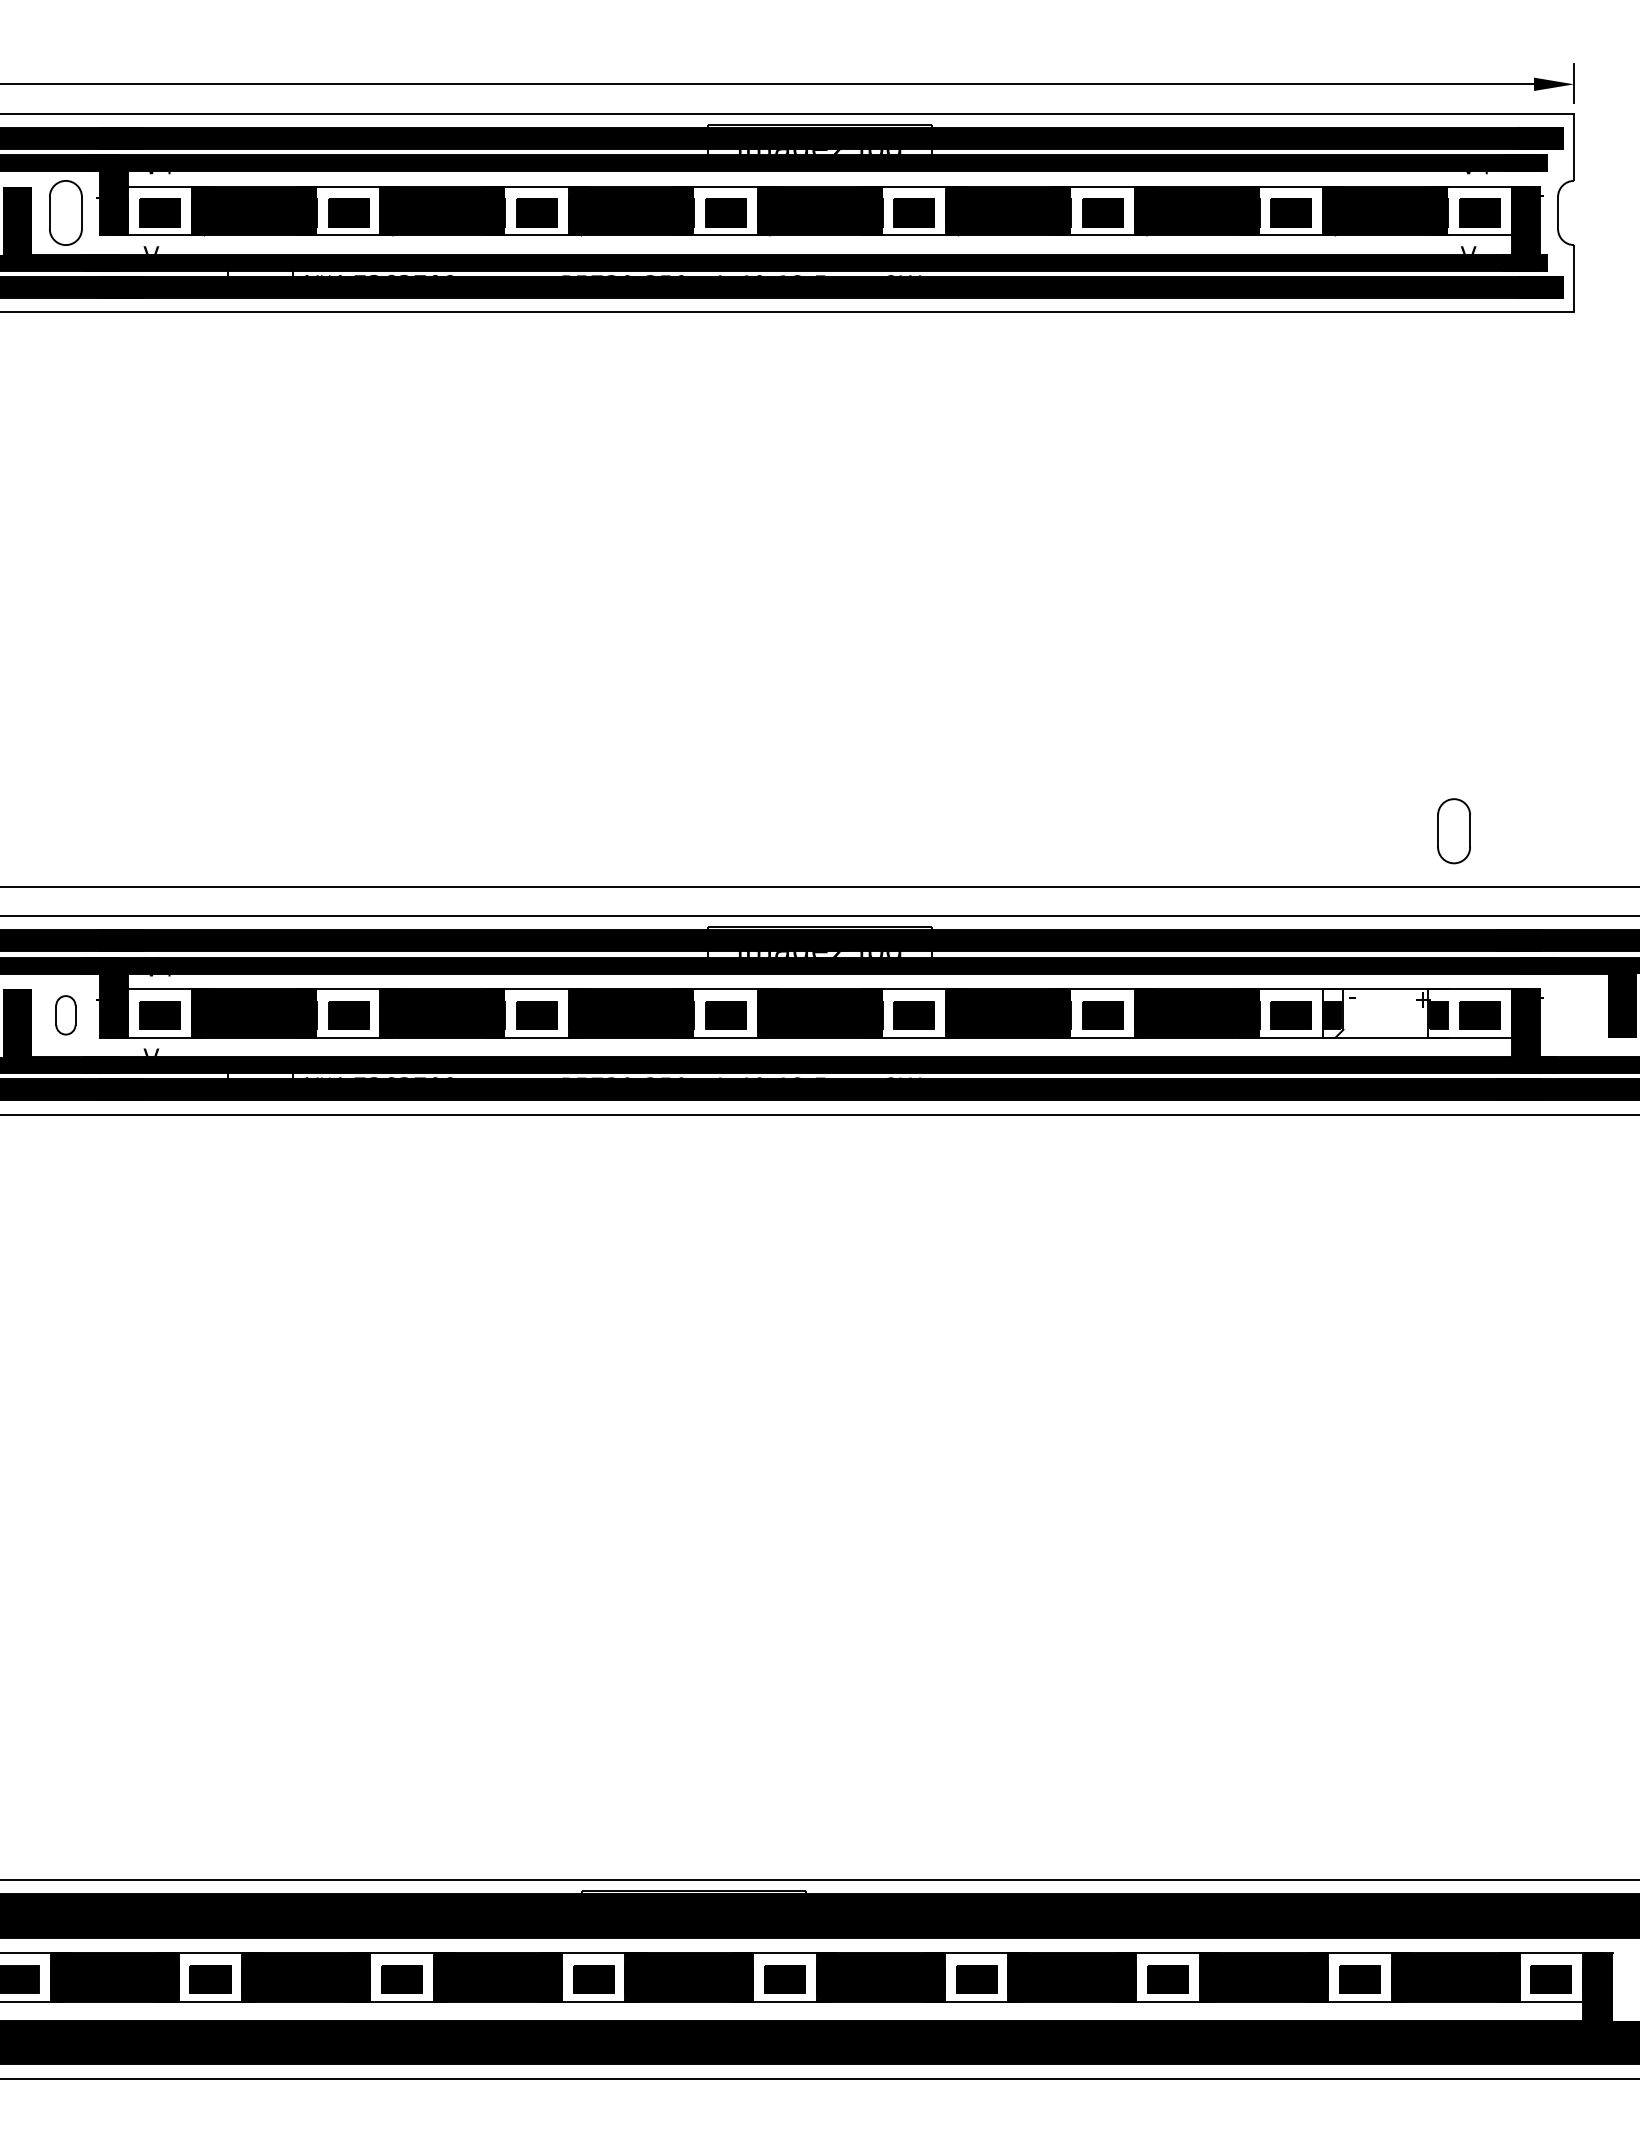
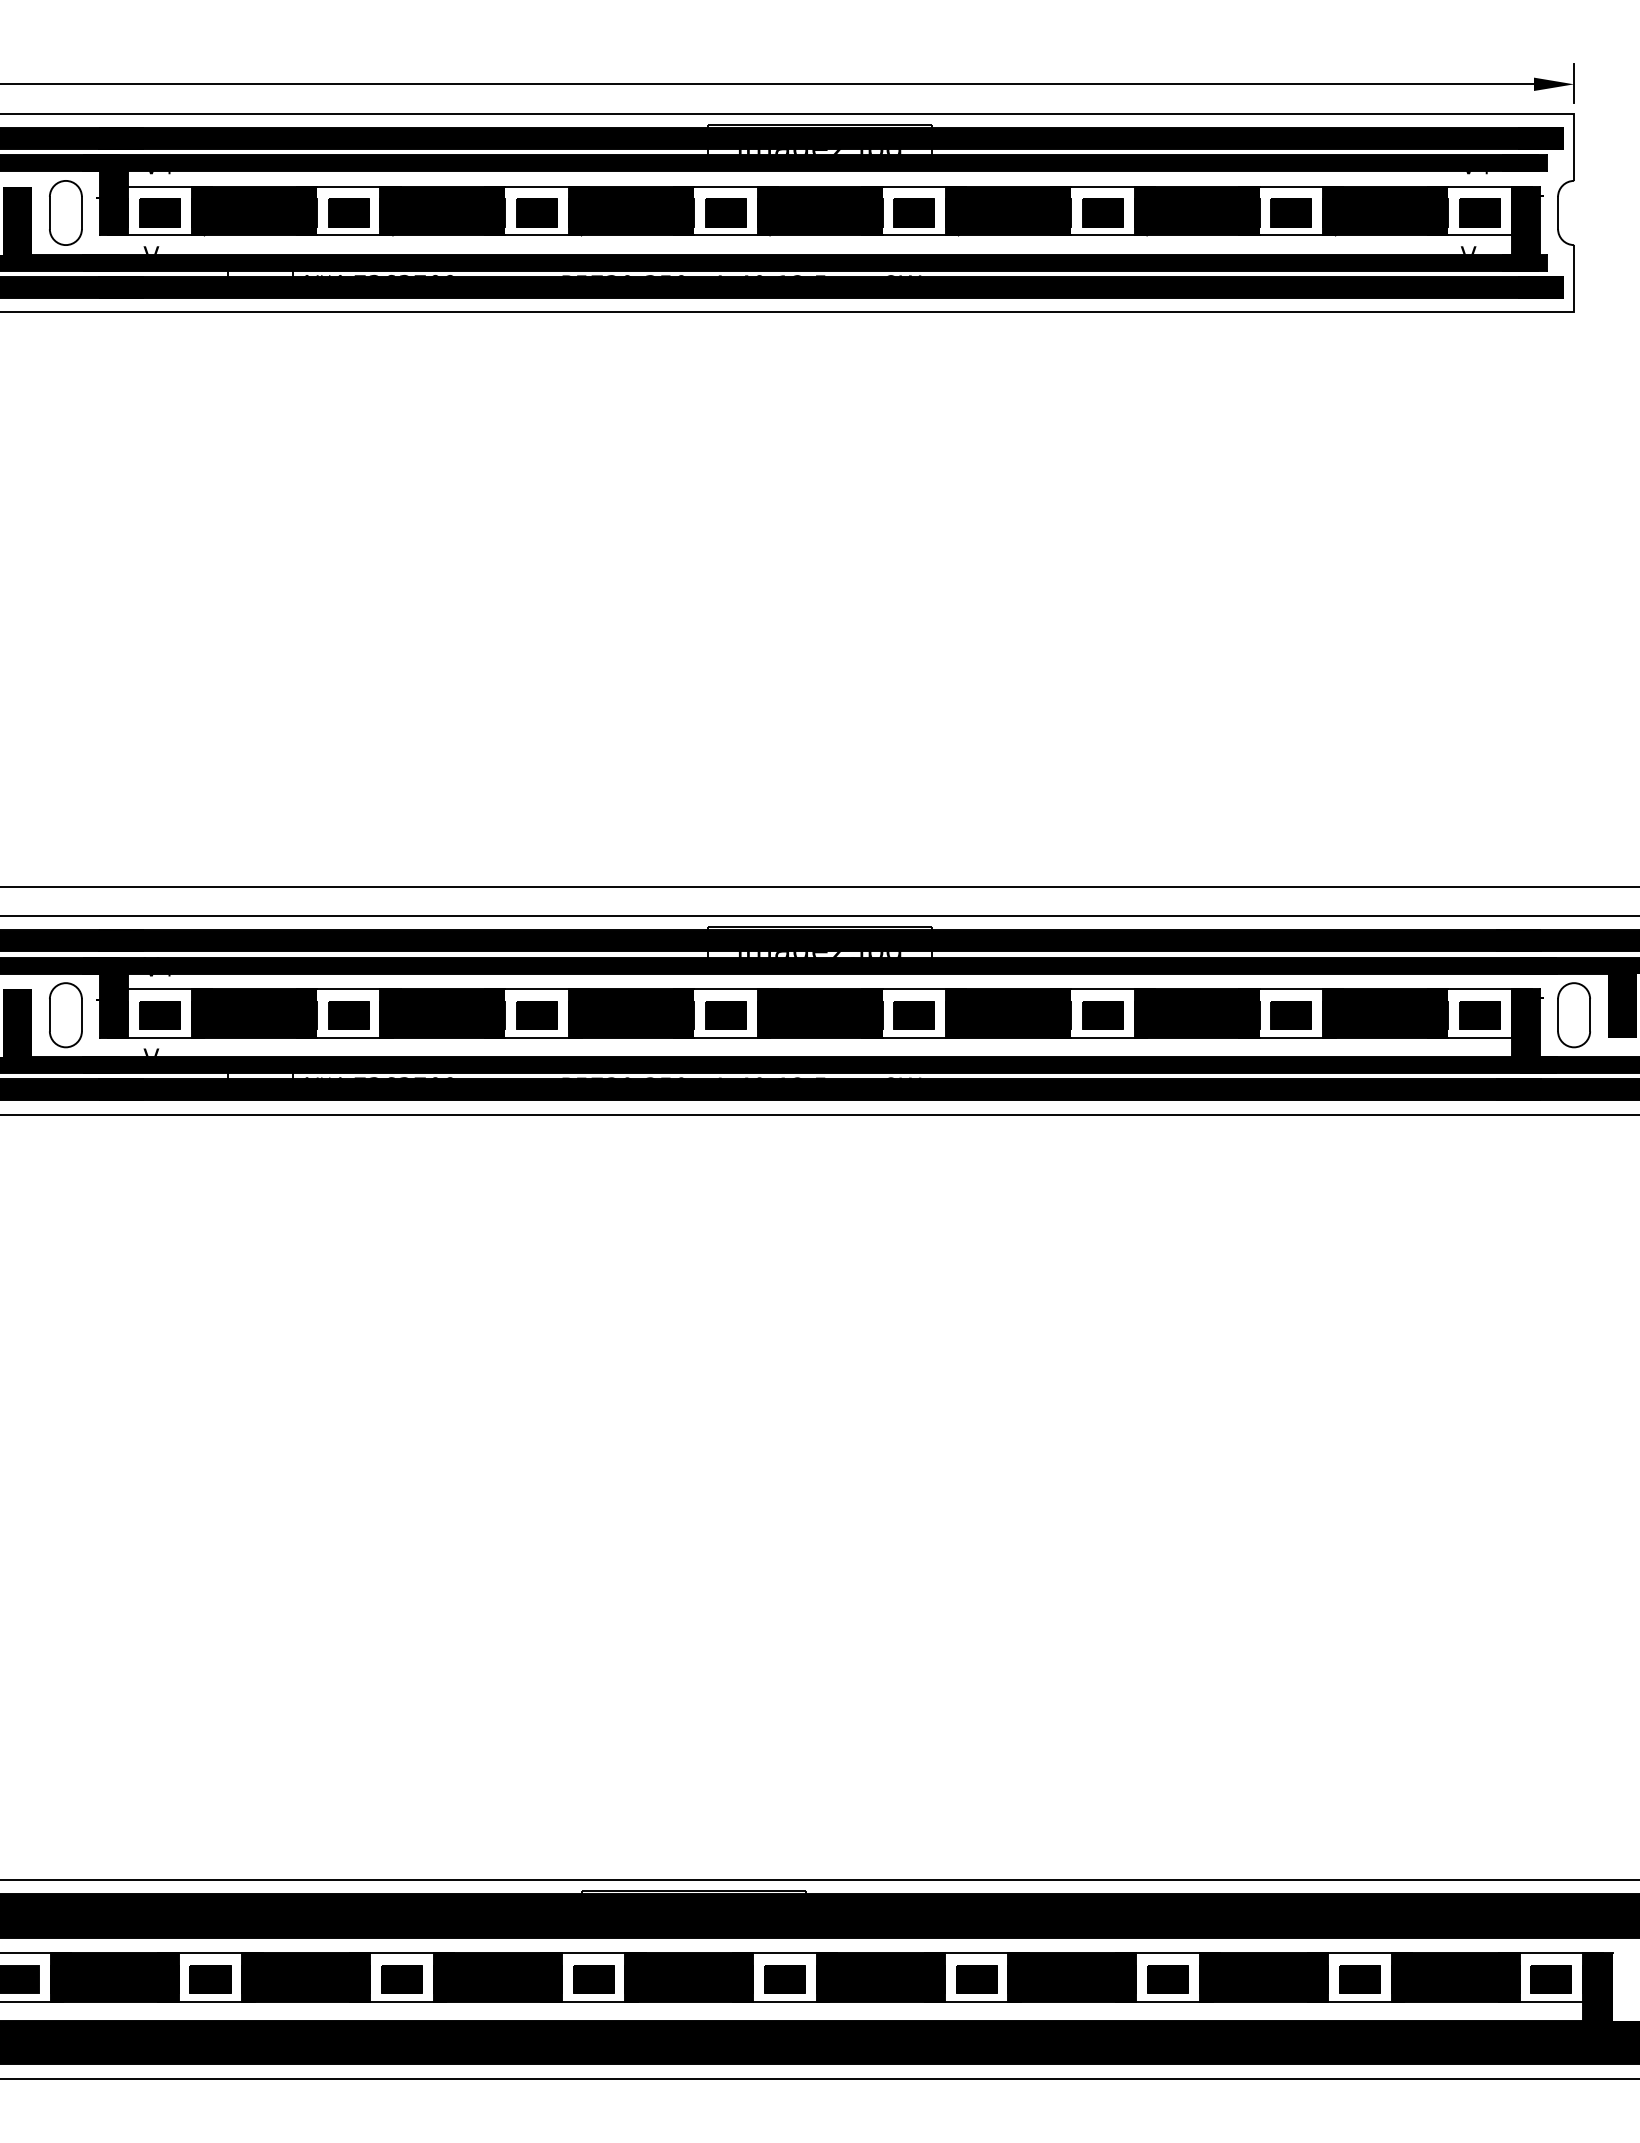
part at (1453, 831) position: (1453, 831) -> (1573, 1015)
fill at (1385, 1013): none -> present
part at (65, 1015) size: 22x41 px -> 34x67 px
